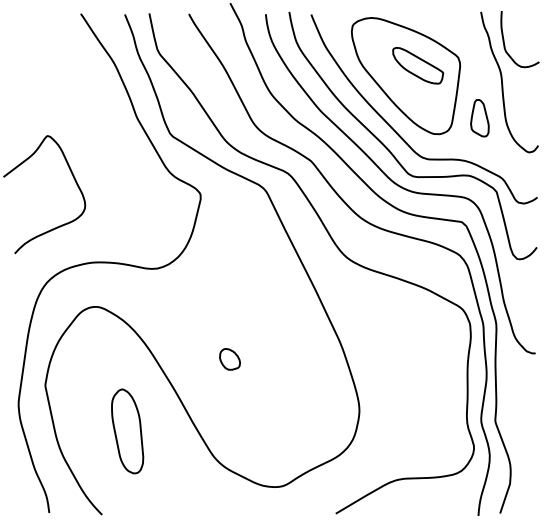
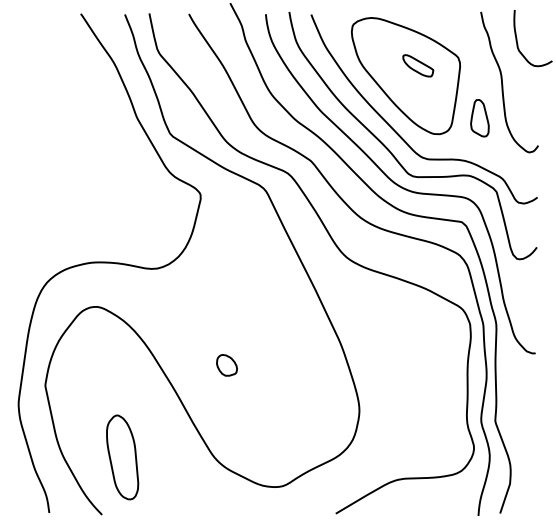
curve at (504, 39) position: (504, 39) -> (517, 38)
part at (418, 65) size: 53x38 px -> 33x24 px
curve at (74, 180): present -> none
part at (229, 359) position: (229, 359) -> (226, 365)
part at (127, 431) position: (127, 431) -> (122, 457)
